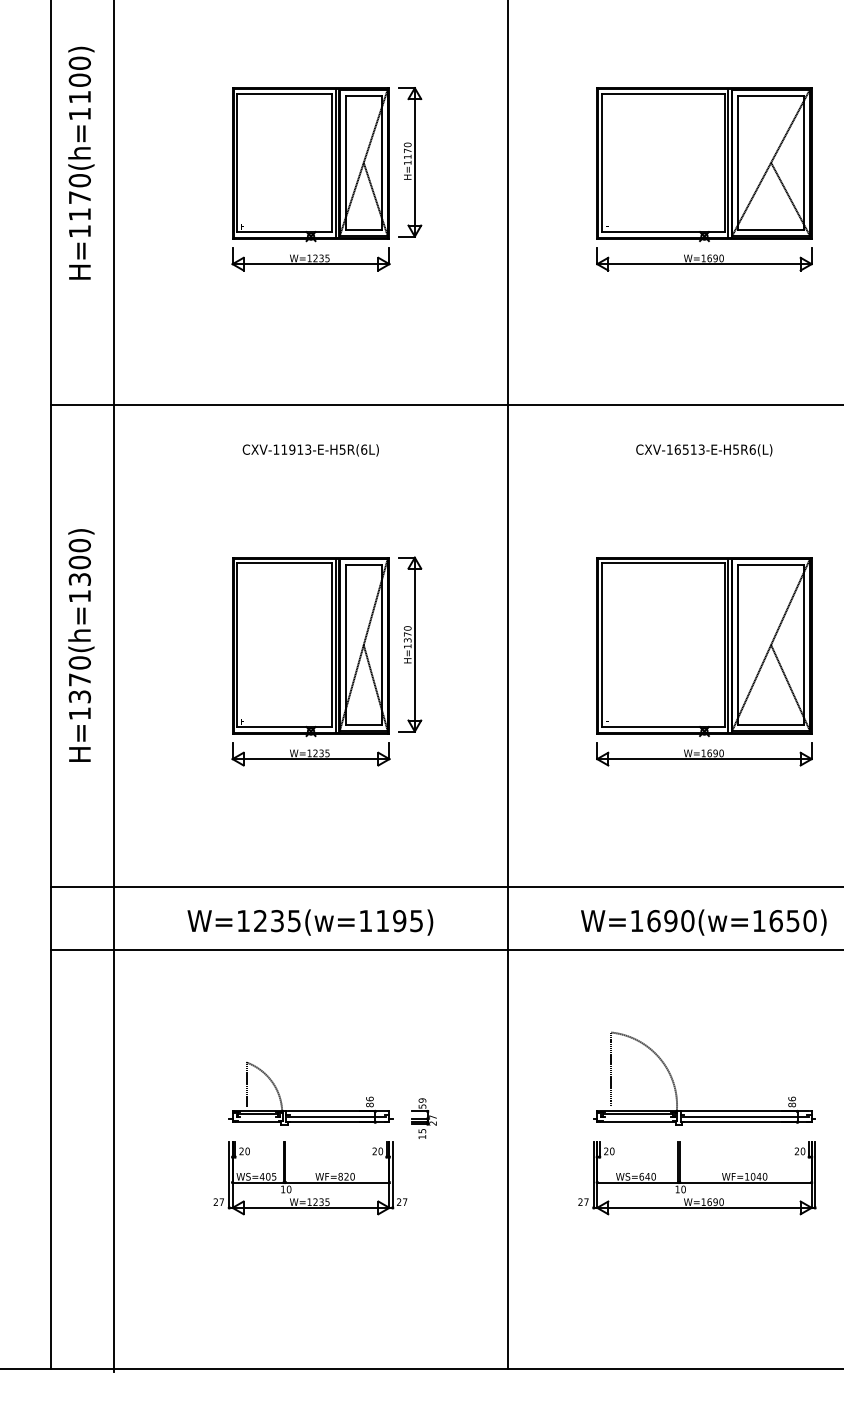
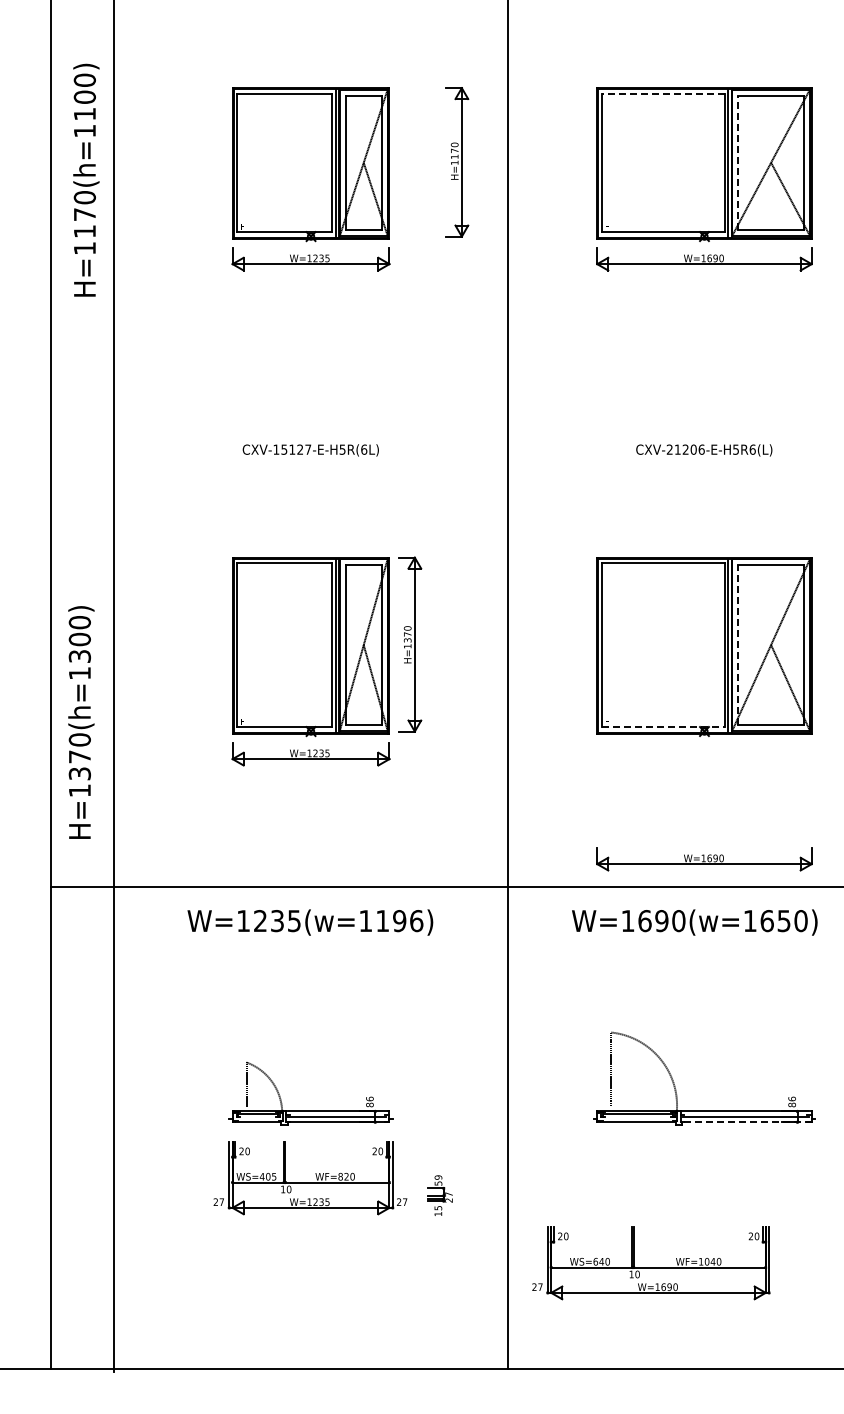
line at (662, 93): solid -> dashed
text at (81, 162) position: (81, 162) -> (86, 179)
part at (410, 162) position: (410, 162) -> (457, 162)
line at (738, 162): solid -> dashed
line at (445, 404): present -> none
text at (296, 449): CXV-11913-E-H5R(6L) -> CXV-15127-E-H5R(6L)
text at (685, 449): CXV-16513-E-H5R6(L) -> CXV-21206-E-H5R6(L)
text at (81, 645) position: (81, 645) -> (81, 722)
line at (738, 645): solid -> dashed
line at (663, 727): solid -> dashed
part at (704, 754) position: (704, 754) -> (704, 859)
text at (416, 921): W=1235(w=1195) -> W=1235(w=1196)
text at (703, 922) position: (703, 922) -> (694, 922)
line at (445, 950): present -> none
part at (423, 1118) position: (423, 1118) -> (439, 1195)
line at (746, 1122): solid -> dashed
part at (697, 1178) position: (697, 1178) -> (651, 1263)
